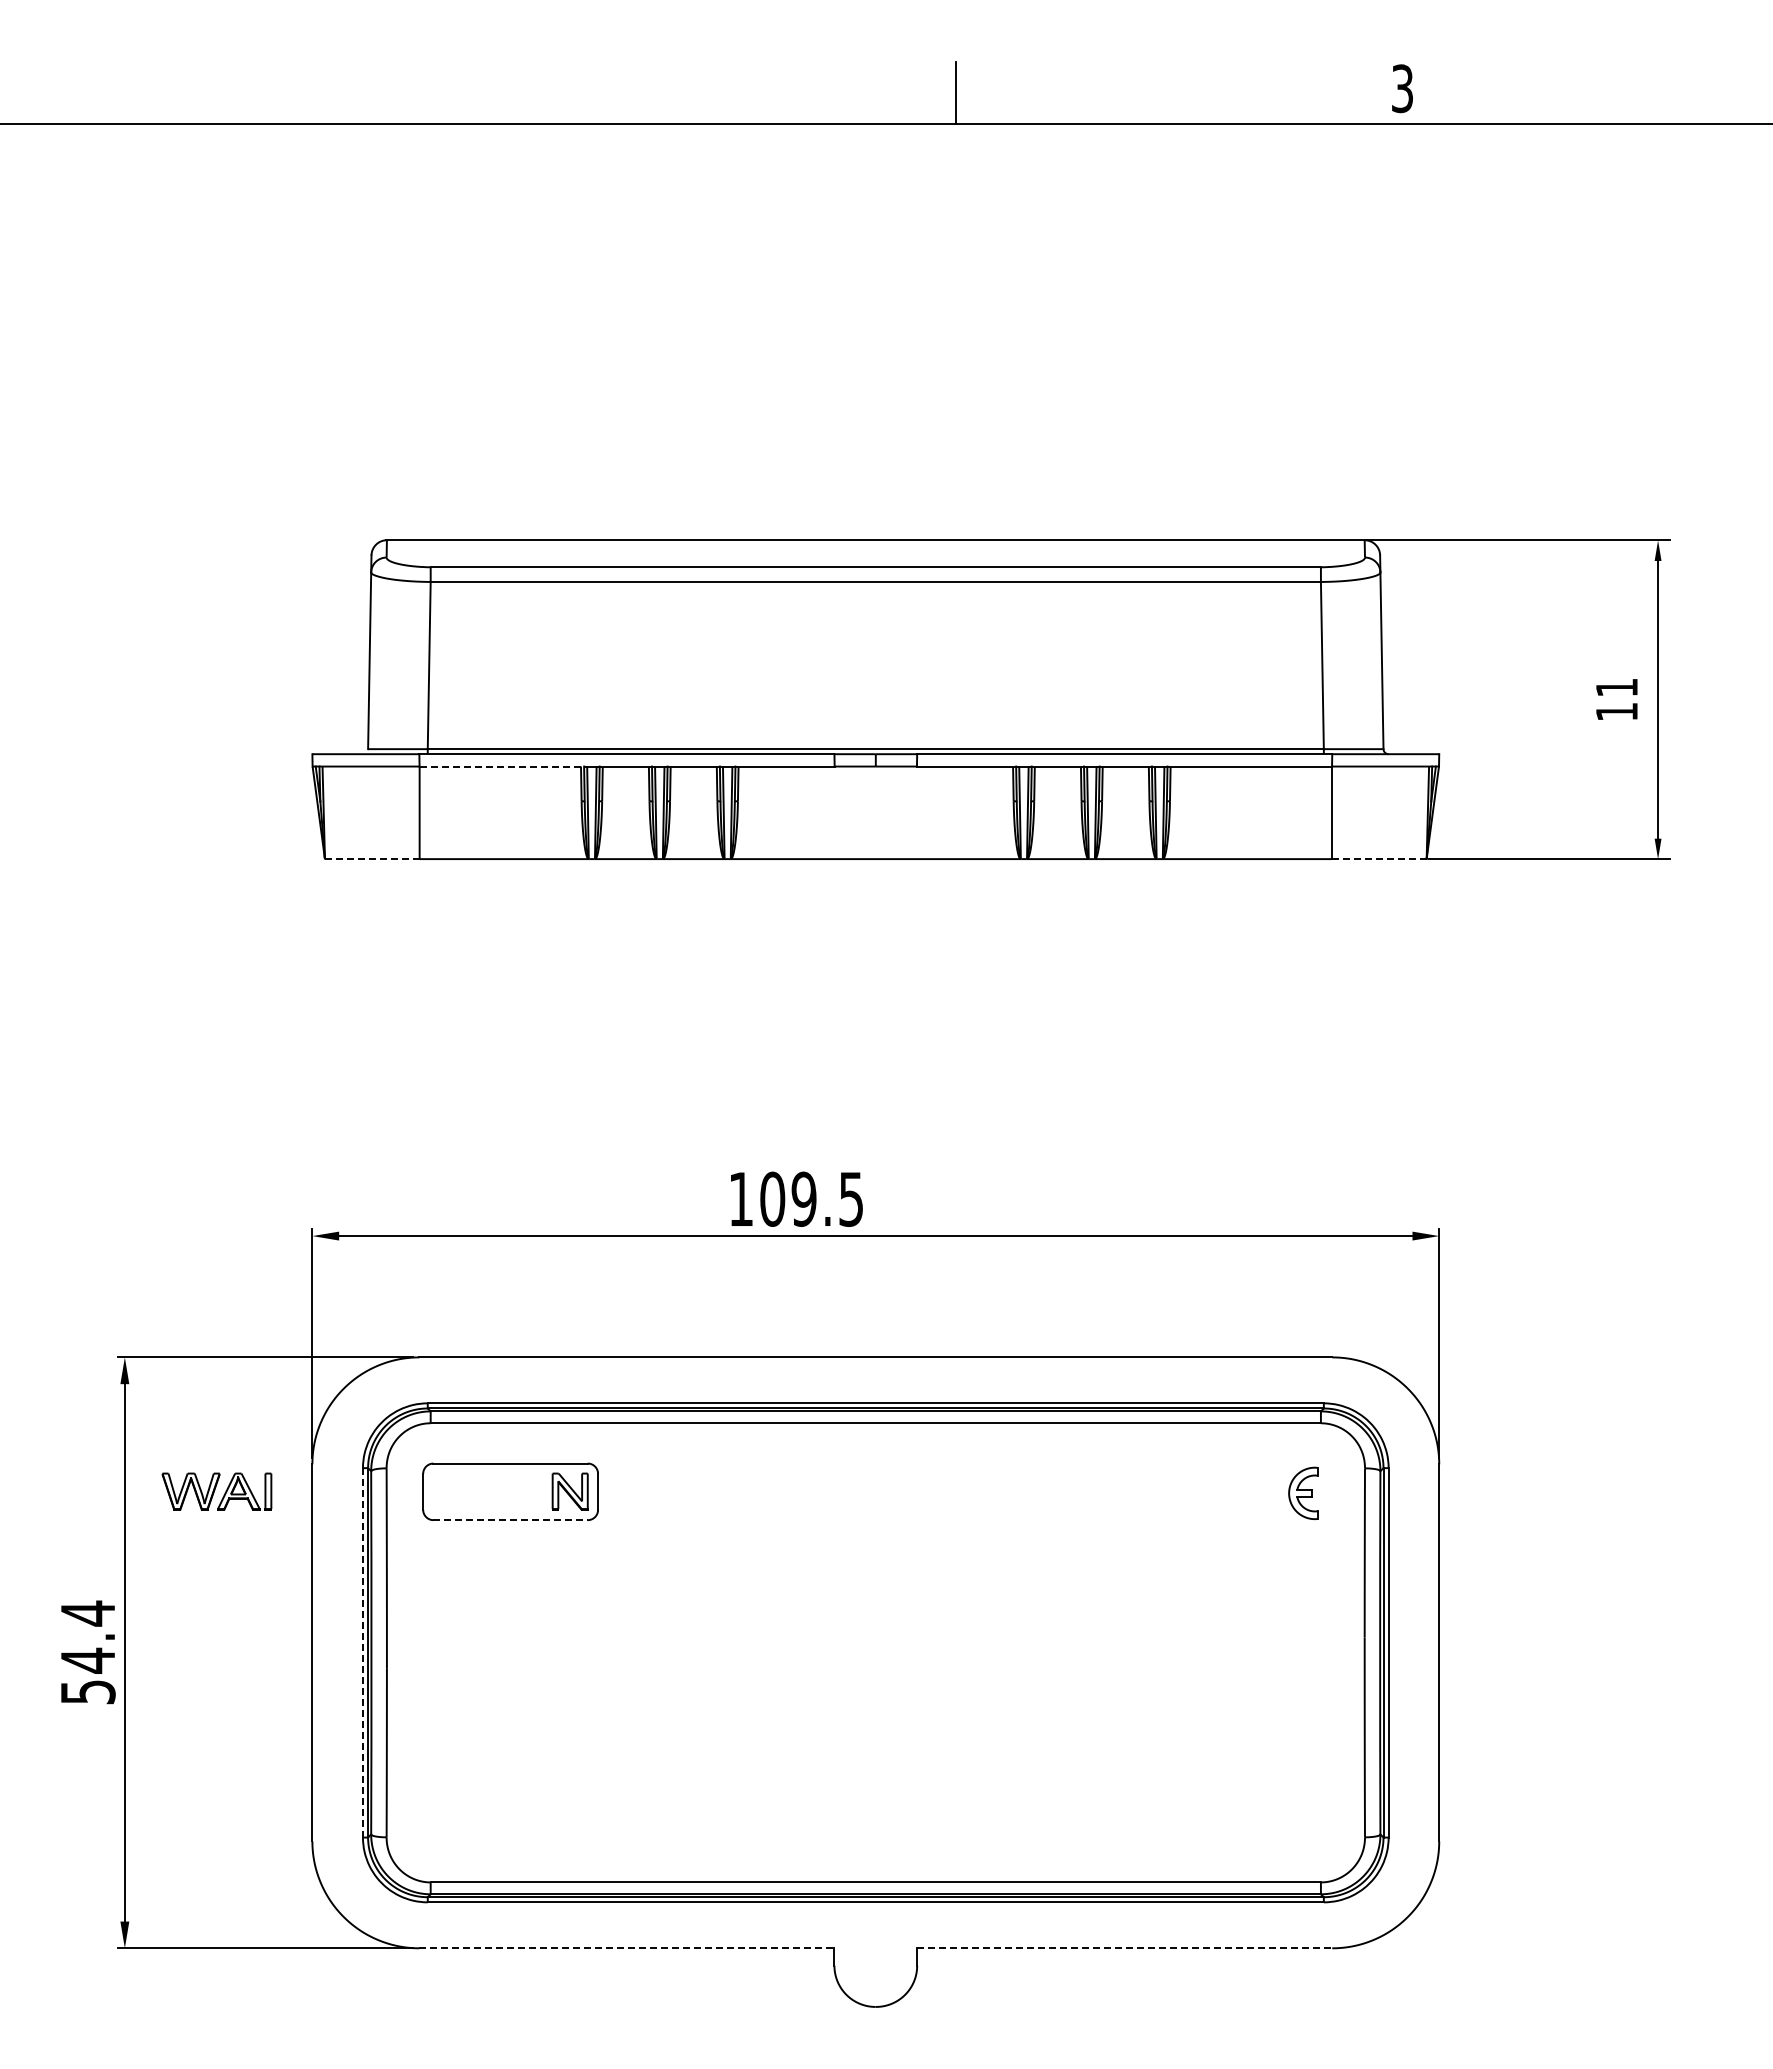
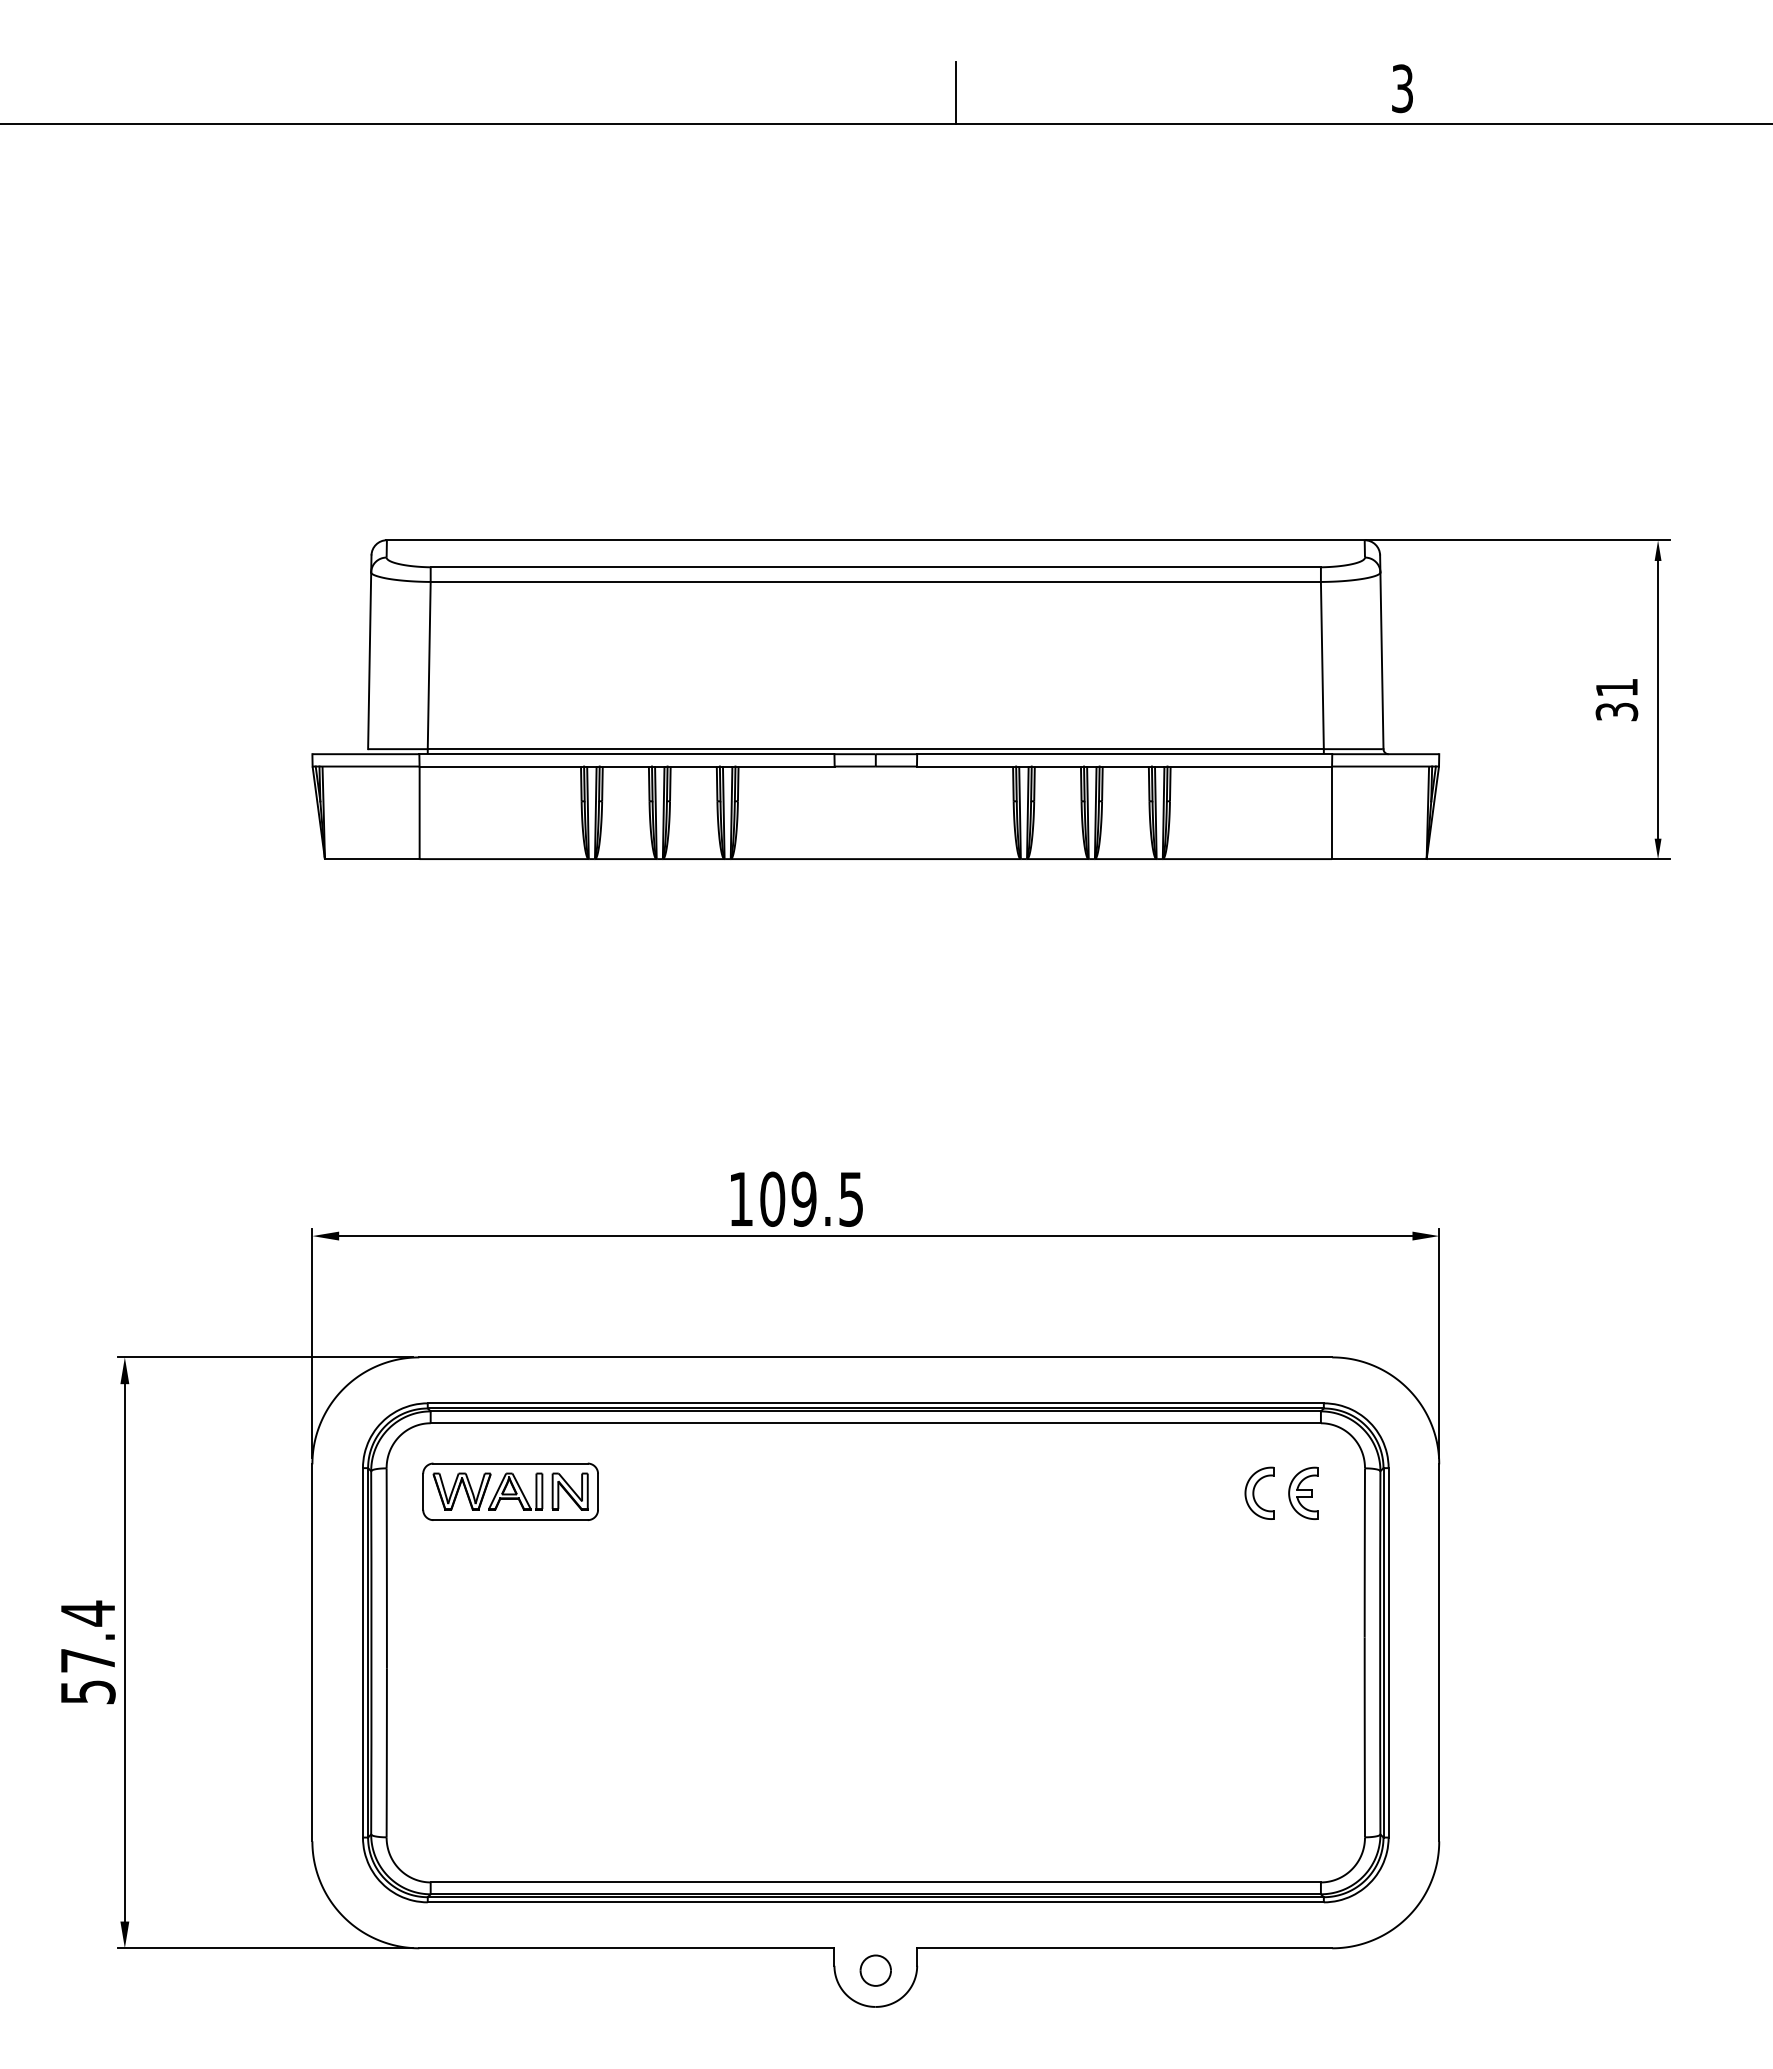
text at (1616, 711): 11 -> 31
line at (503, 766): dashed -> solid
line at (372, 859): dashed -> solid
line at (1379, 859): dashed -> solid
part at (216, 1491) position: (216, 1491) -> (487, 1491)
part at (1259, 1492): none -> present
line at (511, 1520): dashed -> solid
line at (362, 1652): dashed -> solid
text at (87, 1660): 54.4 -> 57.4
line at (626, 1948): dashed -> solid
line at (1124, 1948): dashed -> solid
part at (875, 1970): none -> present
